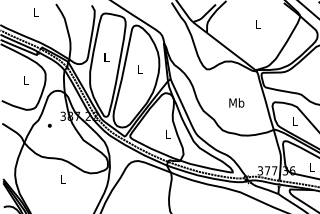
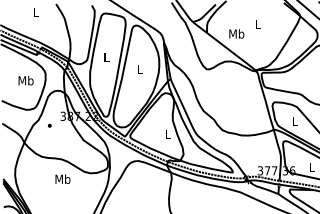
text at (25, 80): L -> Mb
text at (236, 102) position: (236, 102) -> (236, 33)
text at (62, 178): L -> Mb
